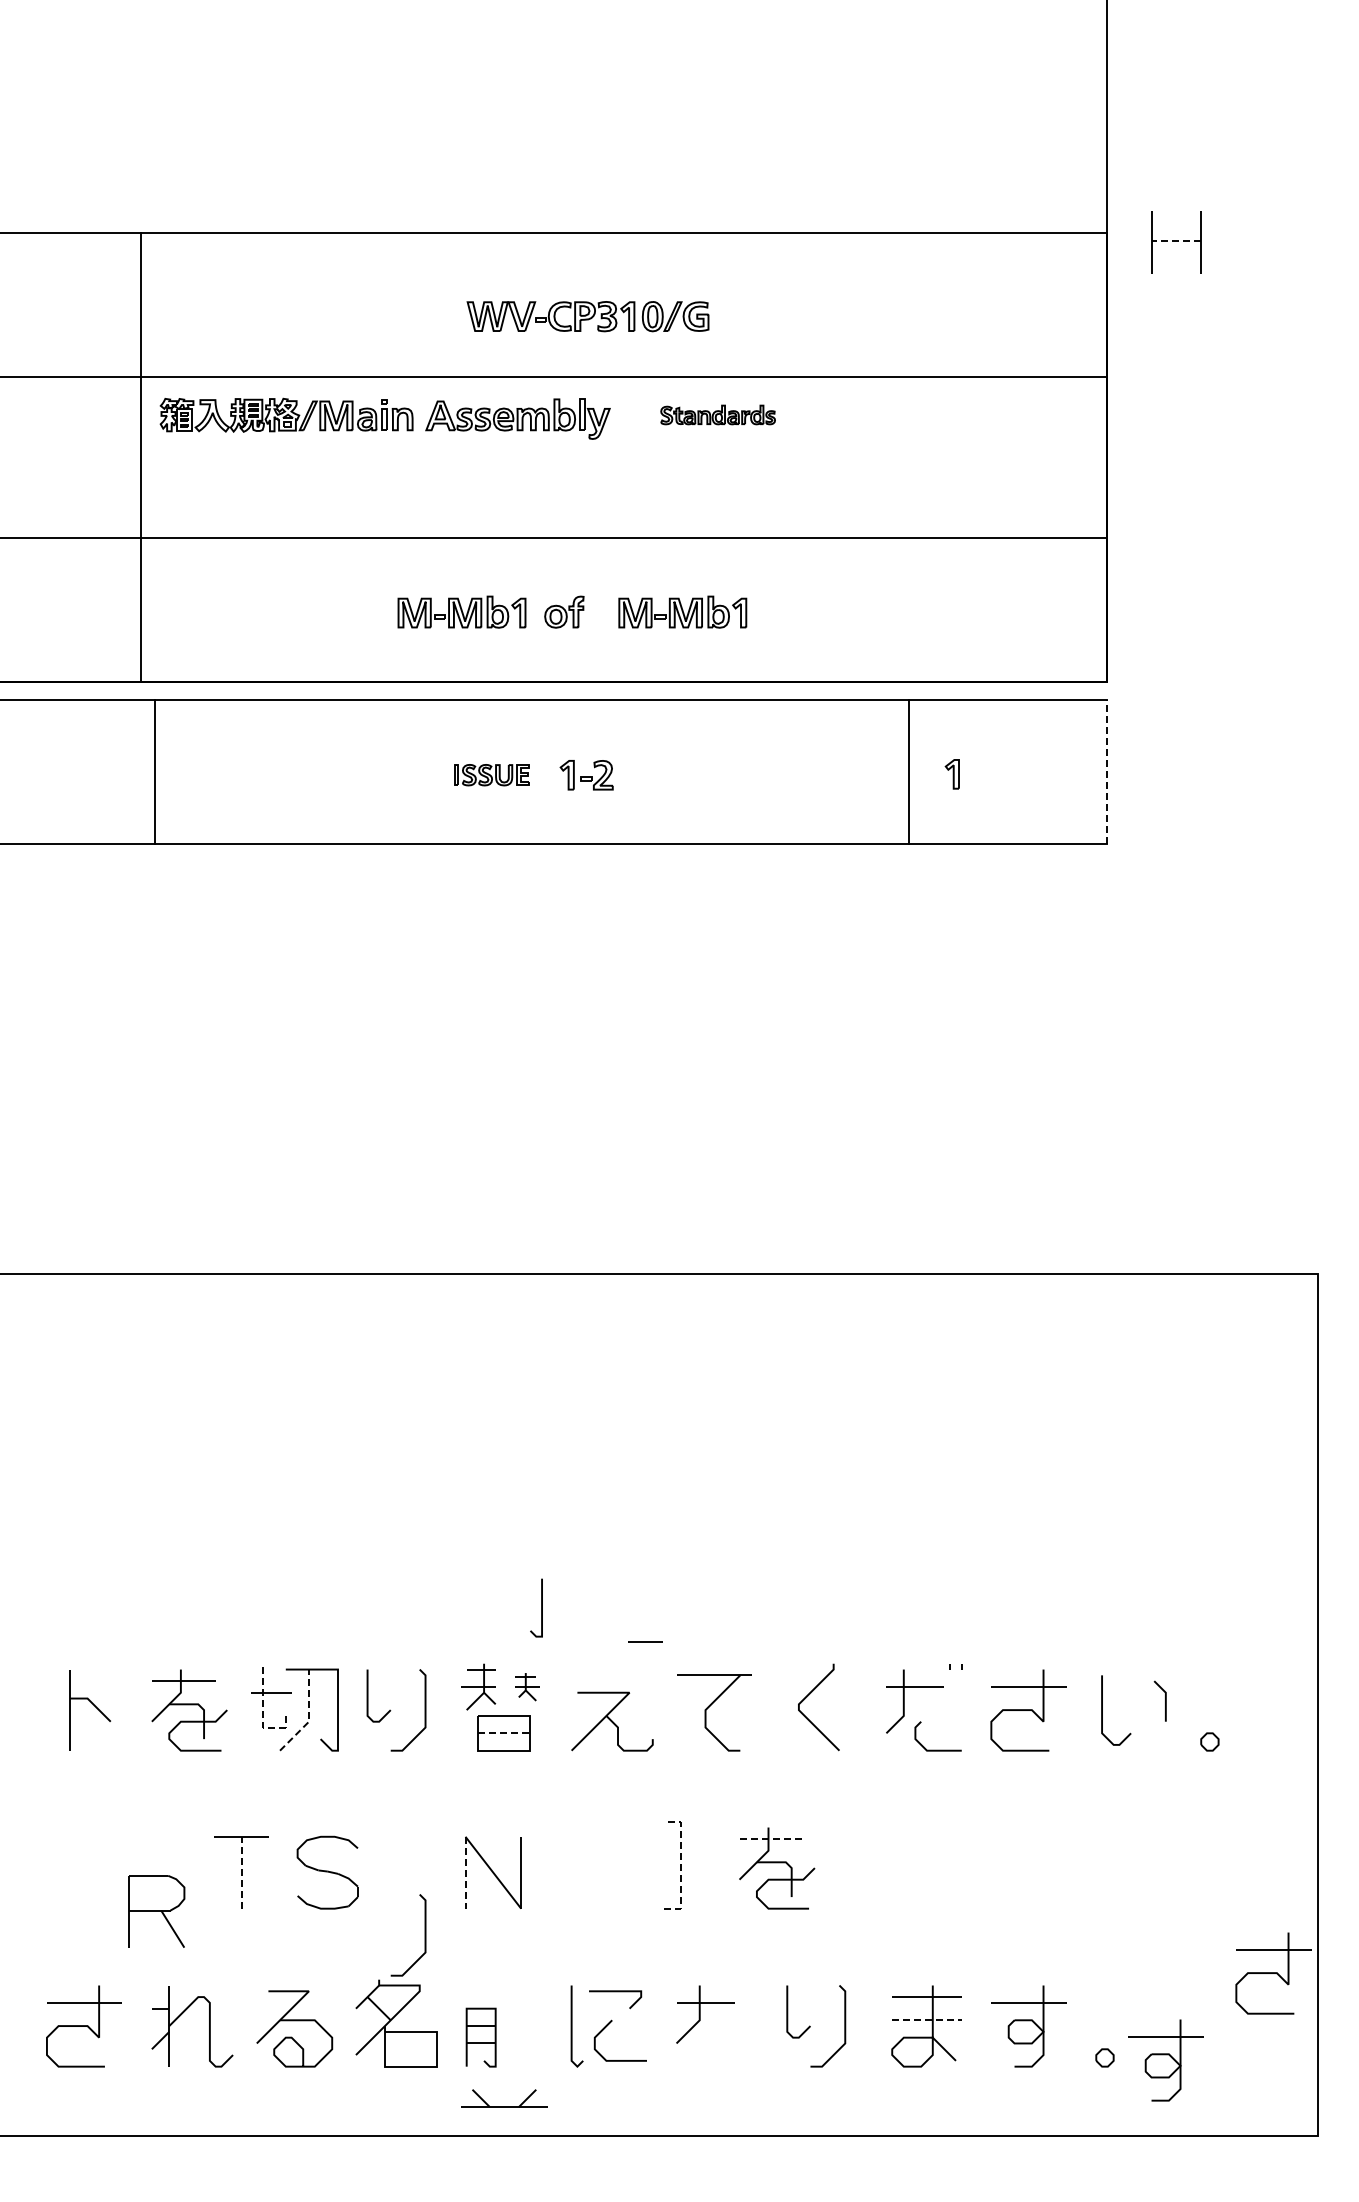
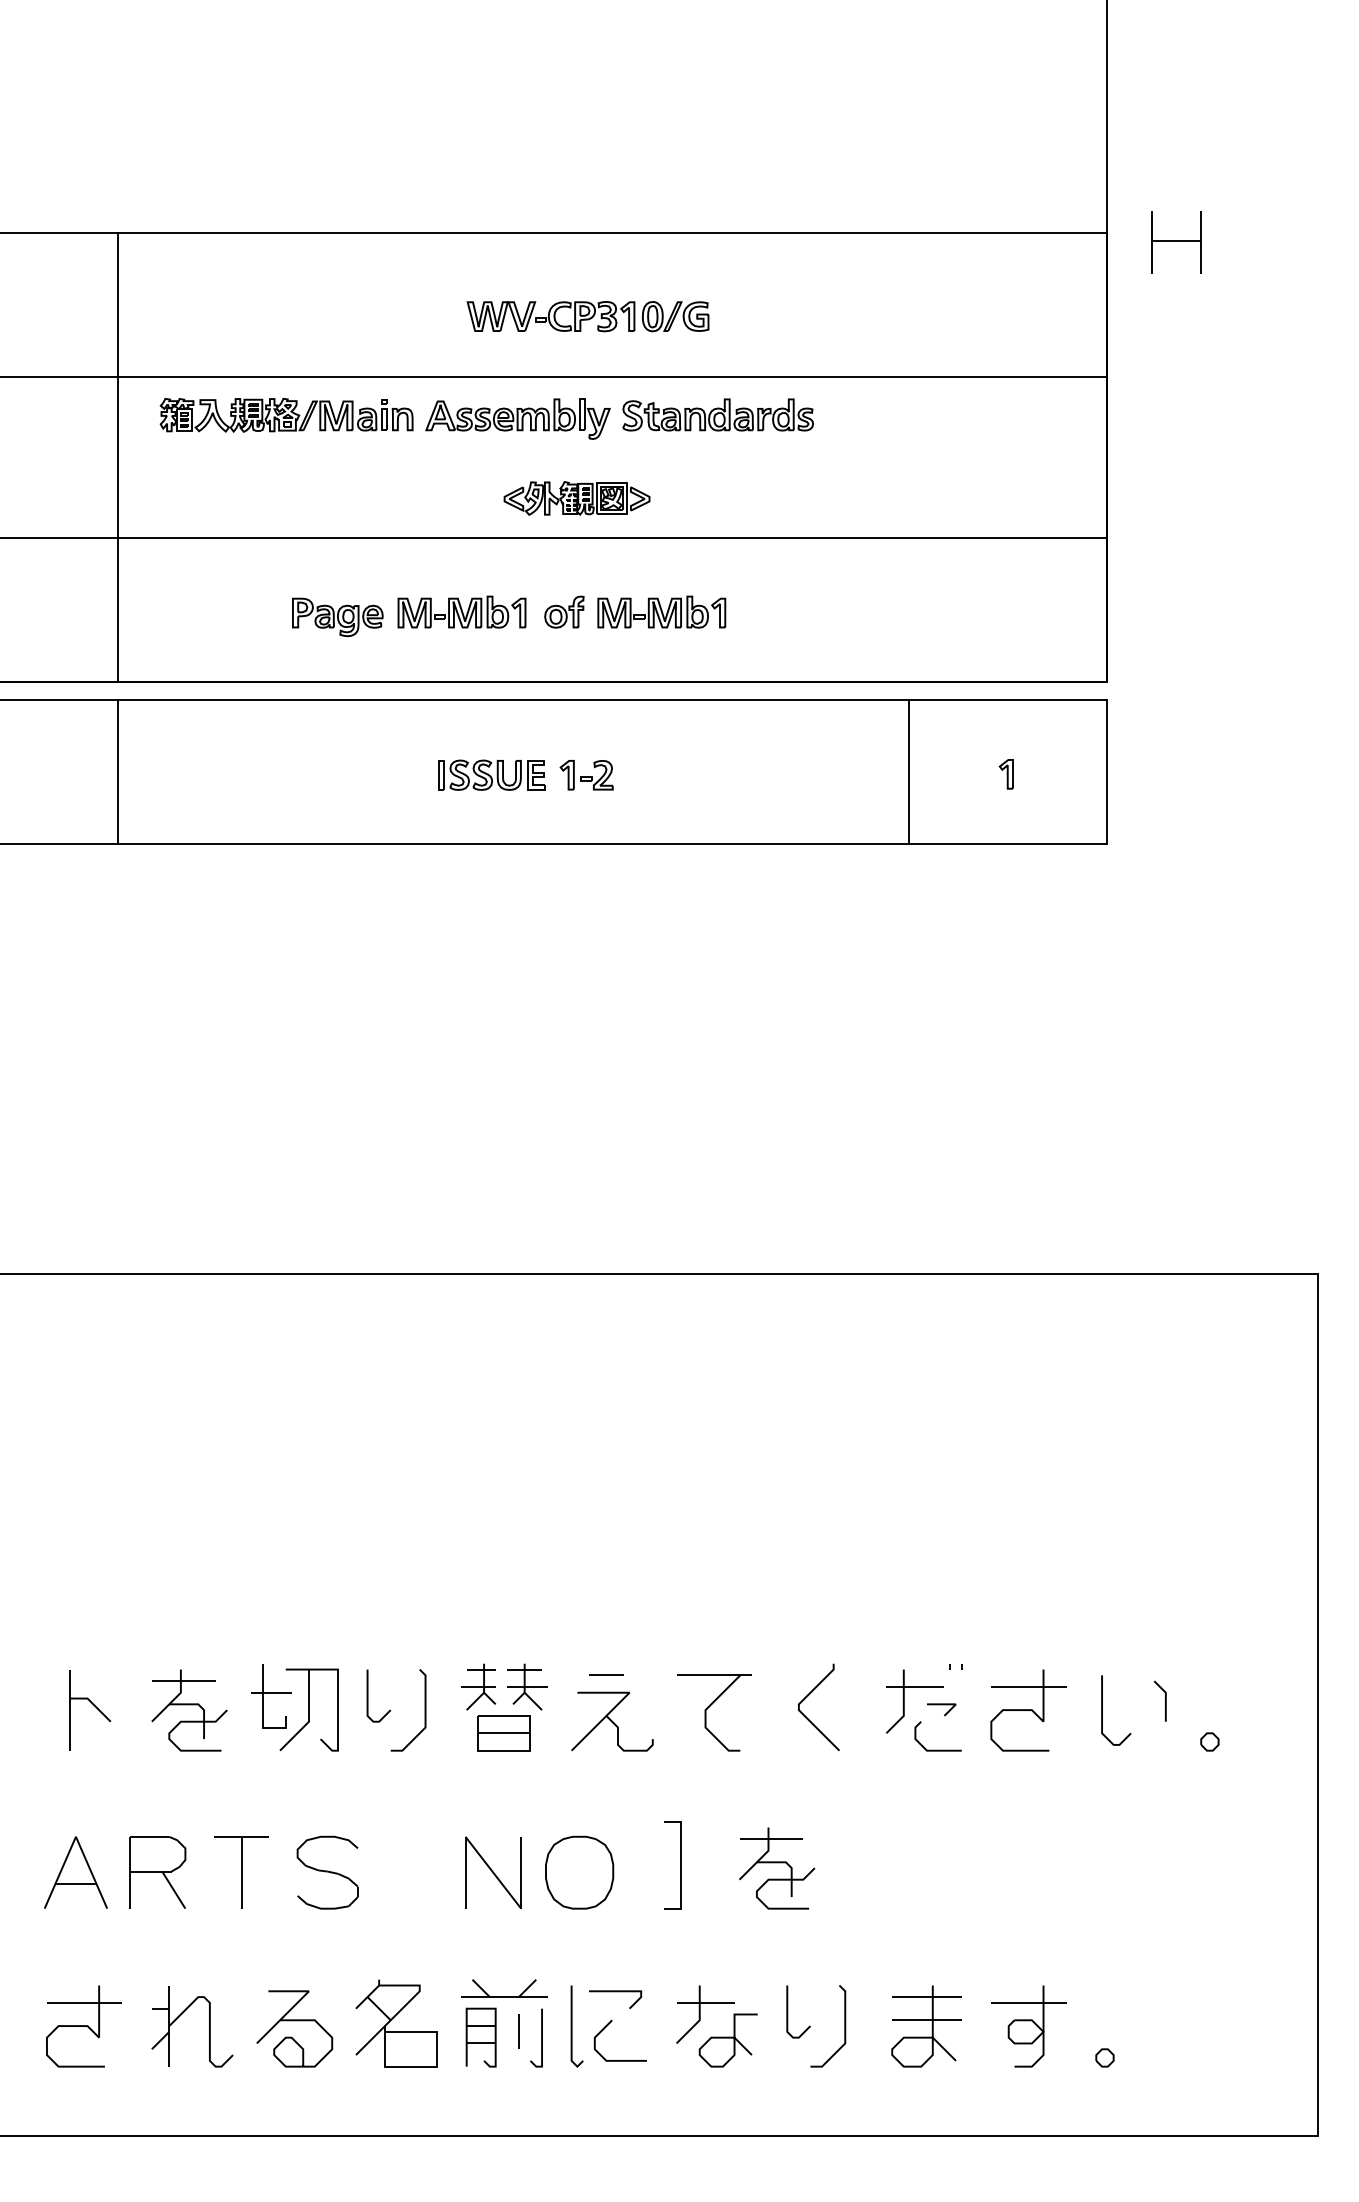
line at (1175, 240): dashed -> solid
part at (717, 414) size: 116x22 px -> 192x34 px
line at (141, 457) position: (141, 457) -> (118, 457)
part at (576, 498): none -> present
part at (682, 611) position: (682, 611) -> (661, 611)
part at (337, 617): none -> present
line at (155, 772) position: (155, 772) -> (118, 772)
line at (1106, 772): dashed -> solid
part at (951, 774) position: (951, 774) -> (1005, 774)
part at (491, 775) size: 76x23 px -> 108x32 px
line at (541, 1607) position: (541, 1607) -> (541, 2037)
line at (645, 1641) position: (645, 1641) -> (606, 1674)
part at (527, 1687) size: 25x29 px -> 41x48 px
line at (941, 1705): none -> present
line at (262, 1714): dashed -> solid
line at (309, 1715): dashed -> solid
line at (504, 1733): dashed -> solid
line at (771, 1839): dashed -> solid
line at (680, 1864): dashed -> solid
part at (75, 1872): none -> present
line at (241, 1872): dashed -> solid
line at (465, 1872): dashed -> solid
part at (579, 1872): none -> present
part at (156, 1911) position: (156, 1911) -> (157, 1872)
line at (424, 1935): present -> none
part at (1273, 1973): present -> none
line at (926, 2020): dashed -> solid
line at (518, 2031): none -> present
curve at (727, 2038): none -> present
part at (1165, 2060): present -> none
part at (504, 2106) position: (504, 2106) -> (504, 1996)
